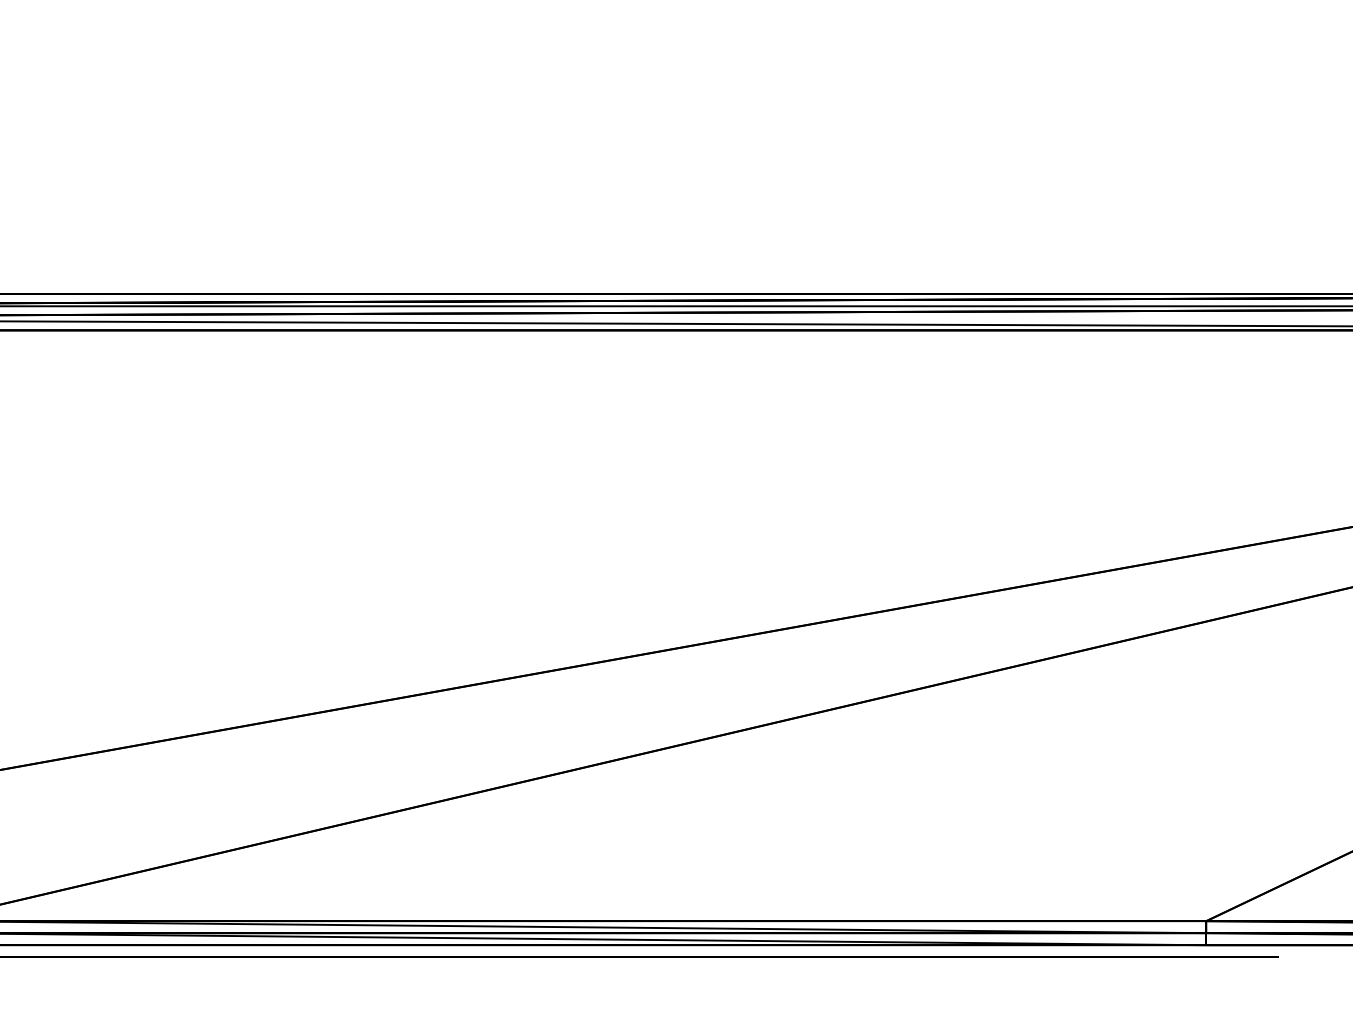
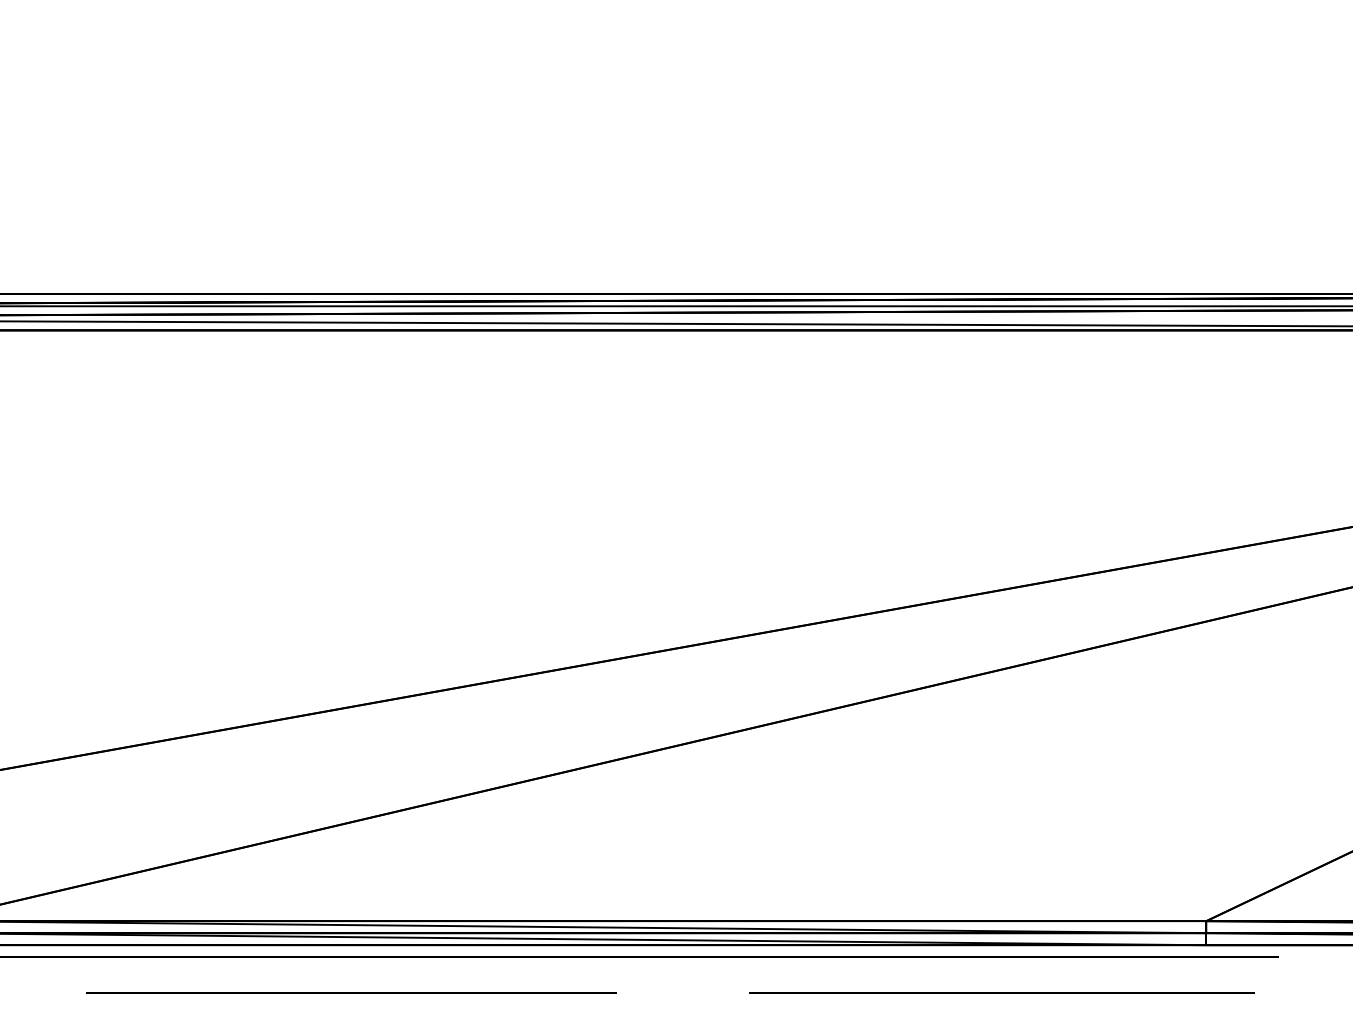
line at (351, 992): none -> present
line at (1001, 992): none -> present
